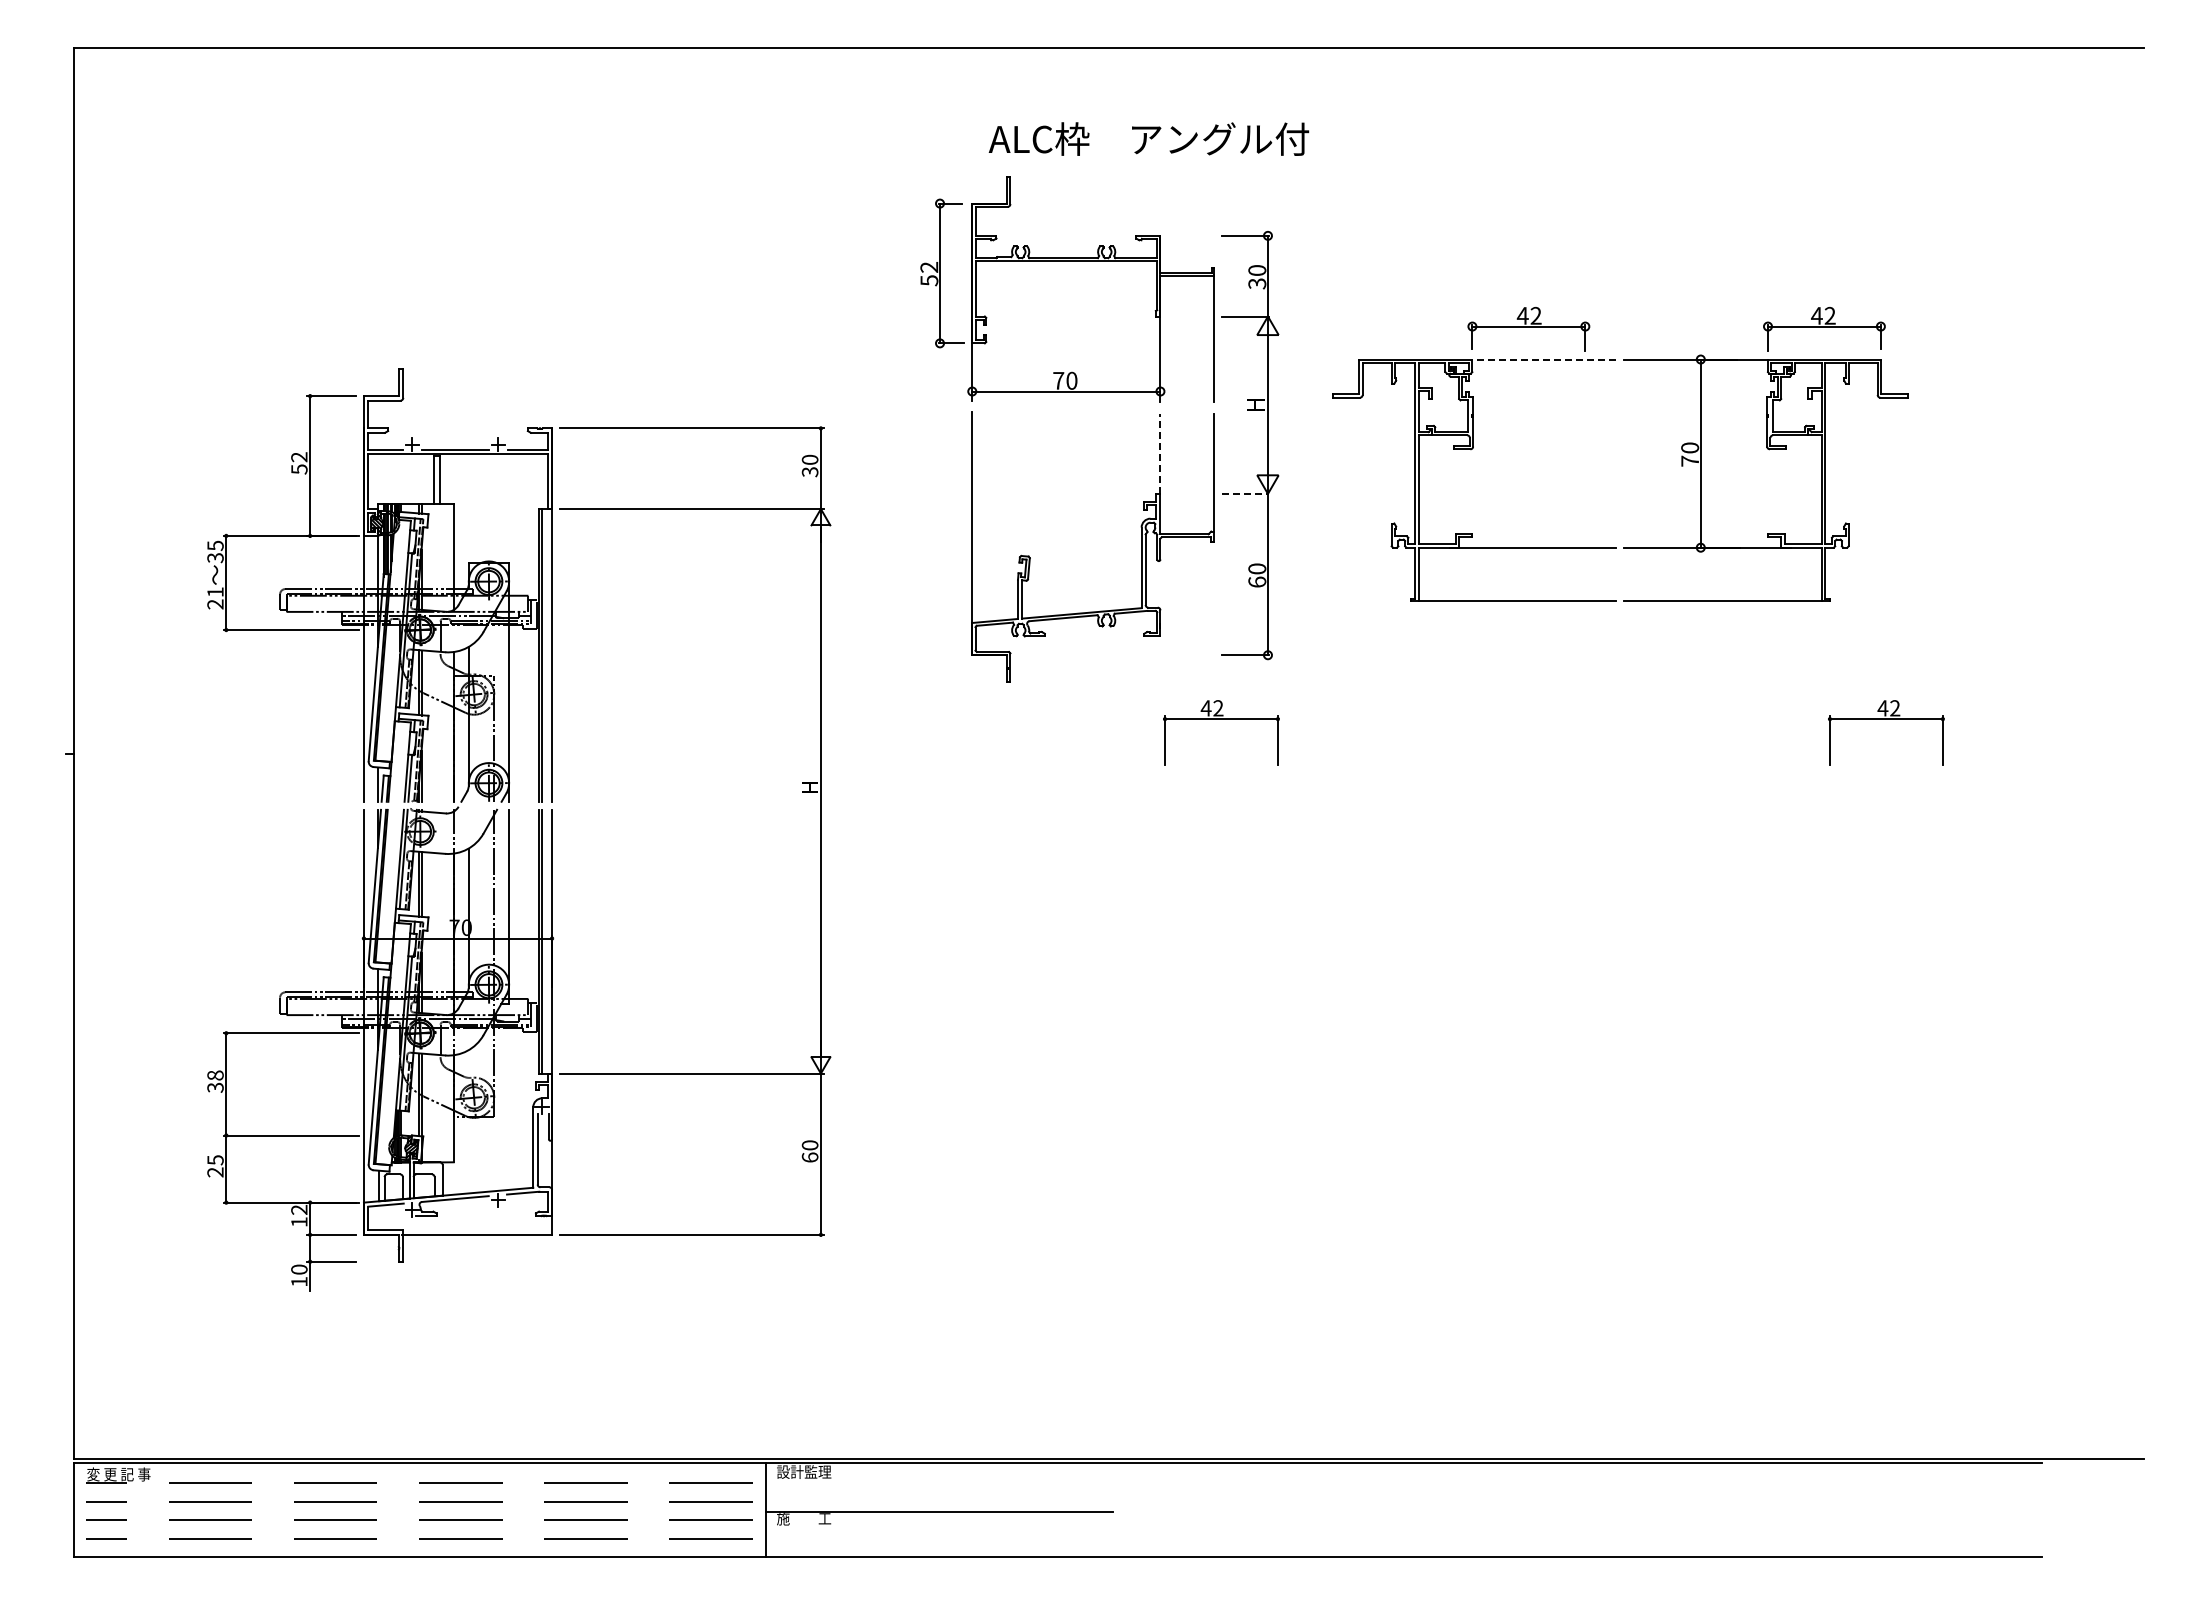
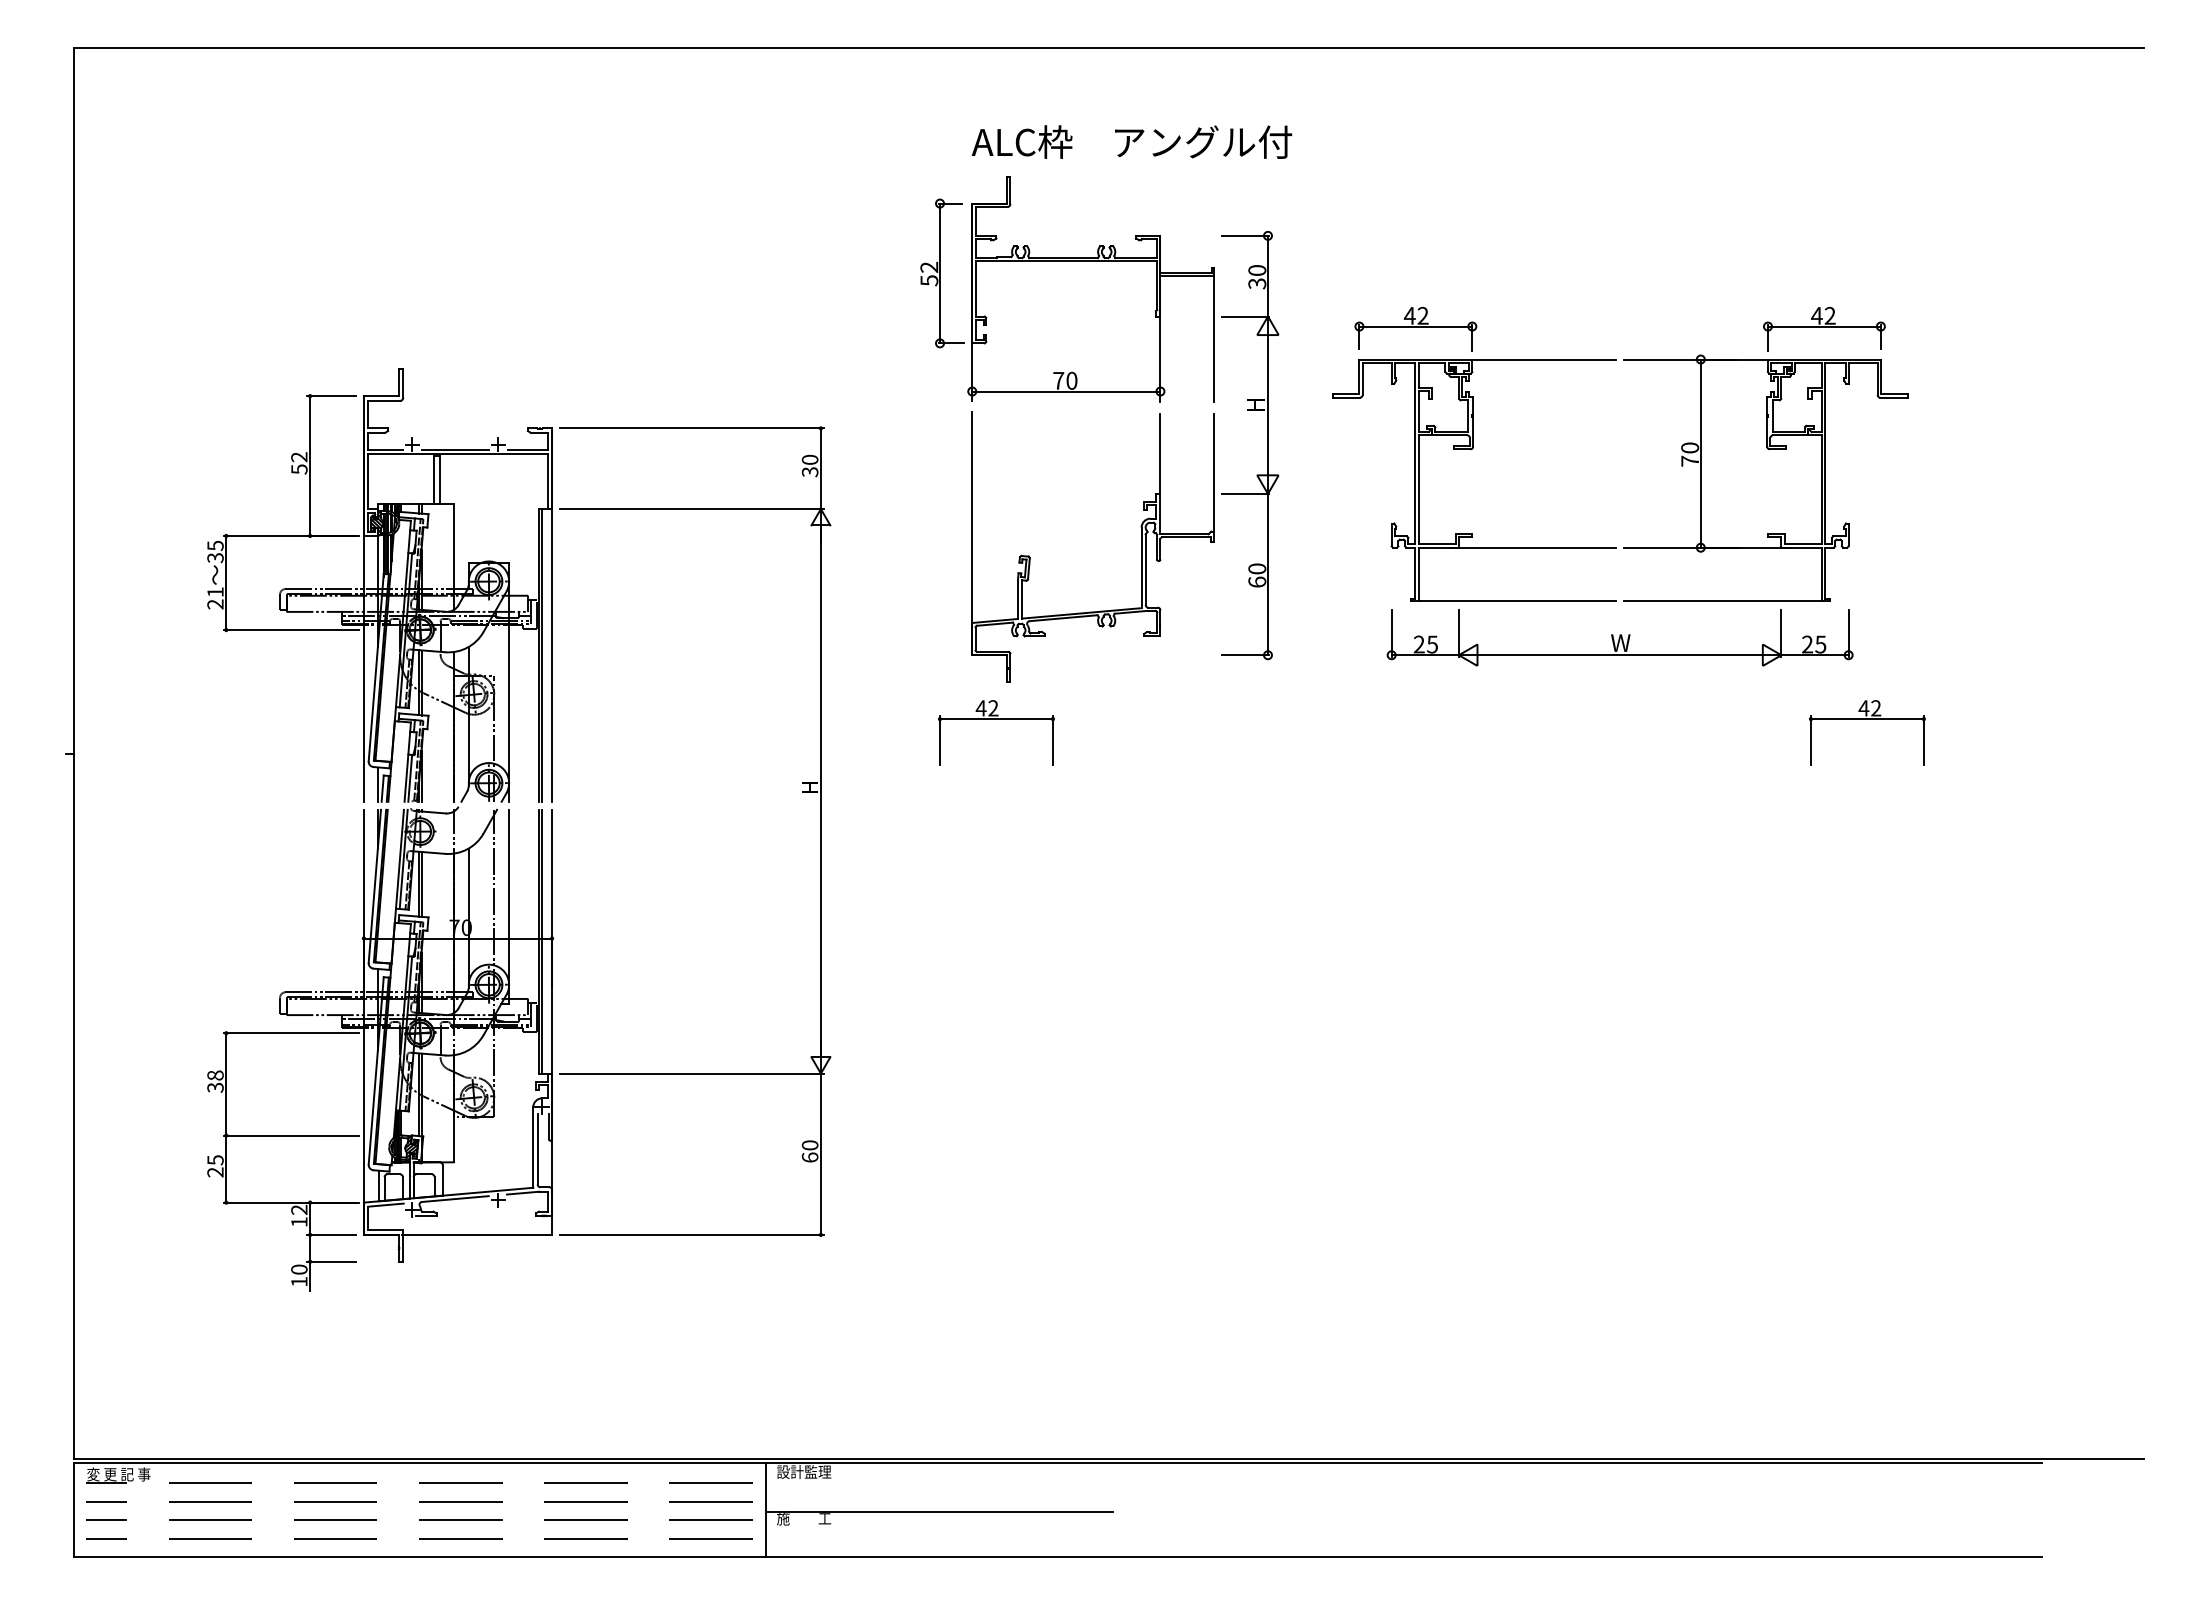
text at (1148, 138) position: (1148, 138) -> (1131, 141)
part at (1528, 329) position: (1528, 329) -> (1415, 329)
line at (1544, 359): dashed -> solid
line at (1160, 453): dashed -> solid
line at (1245, 493): dashed -> solid
part at (1619, 637): none -> present
part at (1221, 719) position: (1221, 719) -> (996, 719)
part at (1886, 719) position: (1886, 719) -> (1867, 719)
